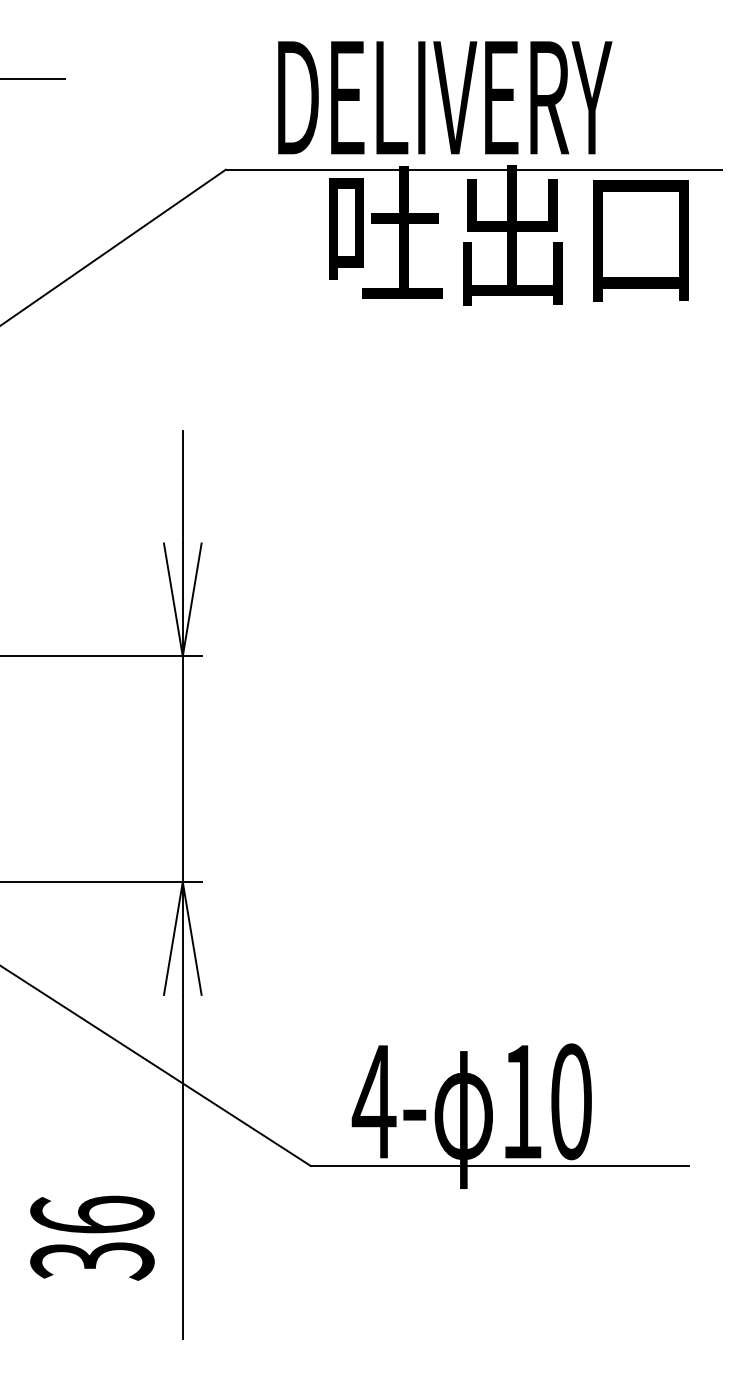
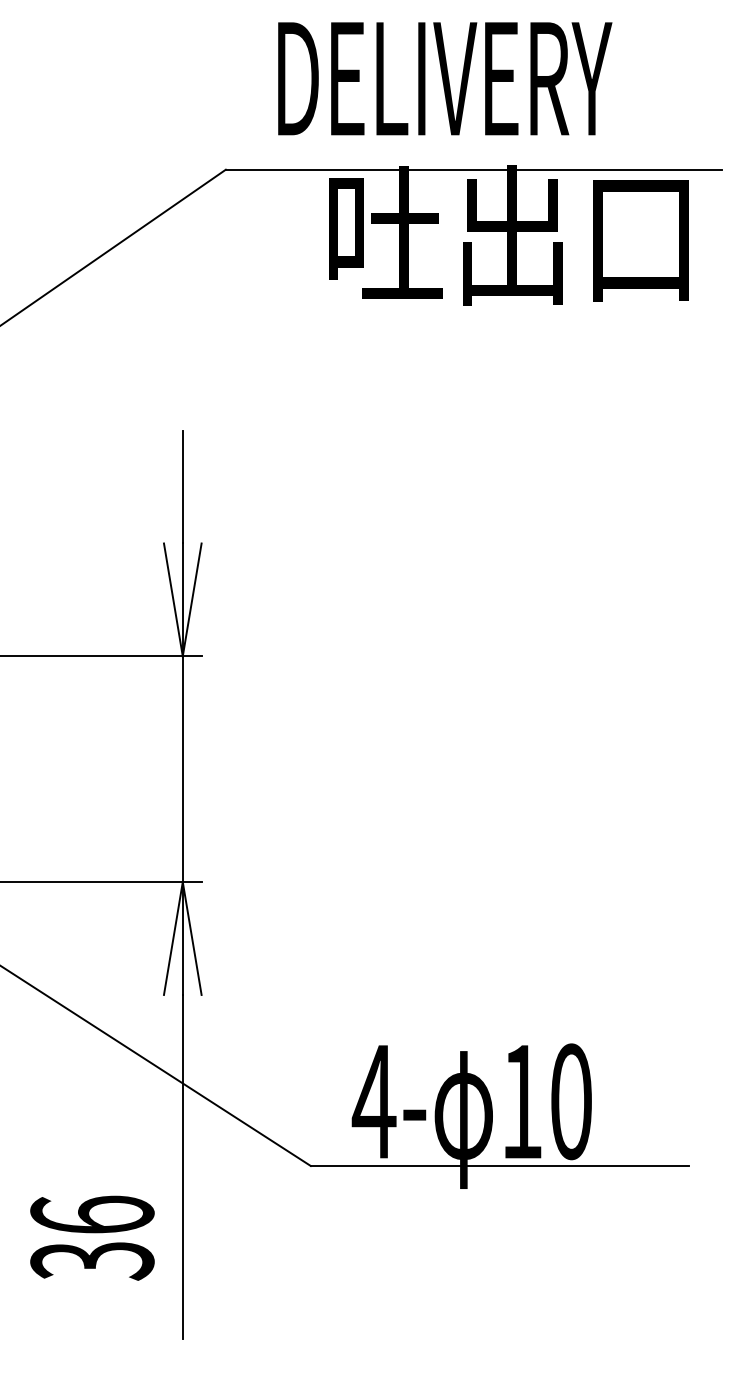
line at (33, 79): present -> none
text at (445, 97) position: (445, 97) -> (445, 78)
